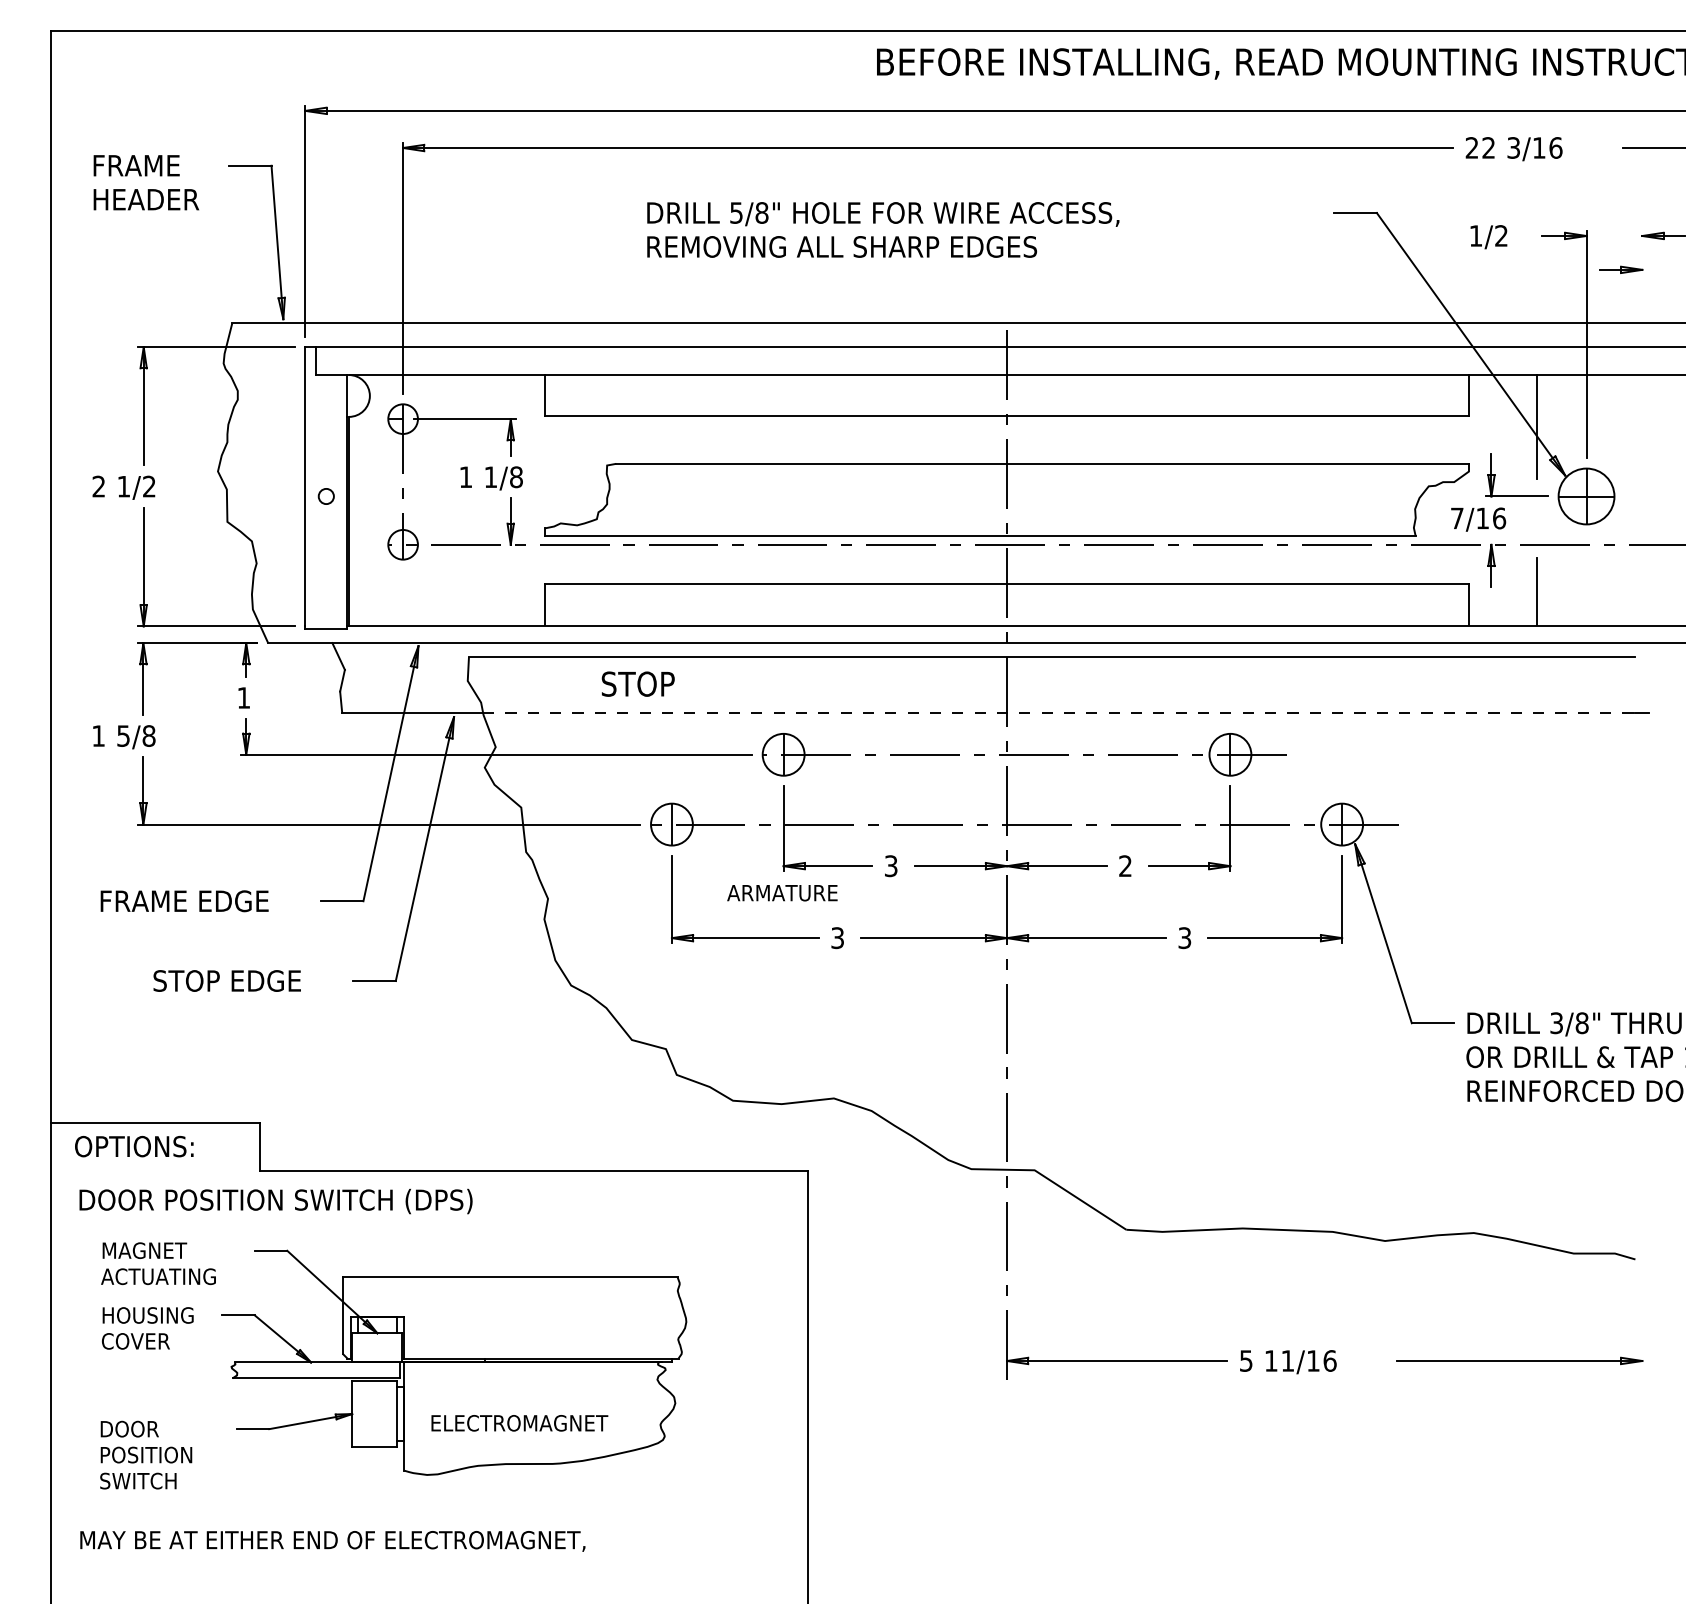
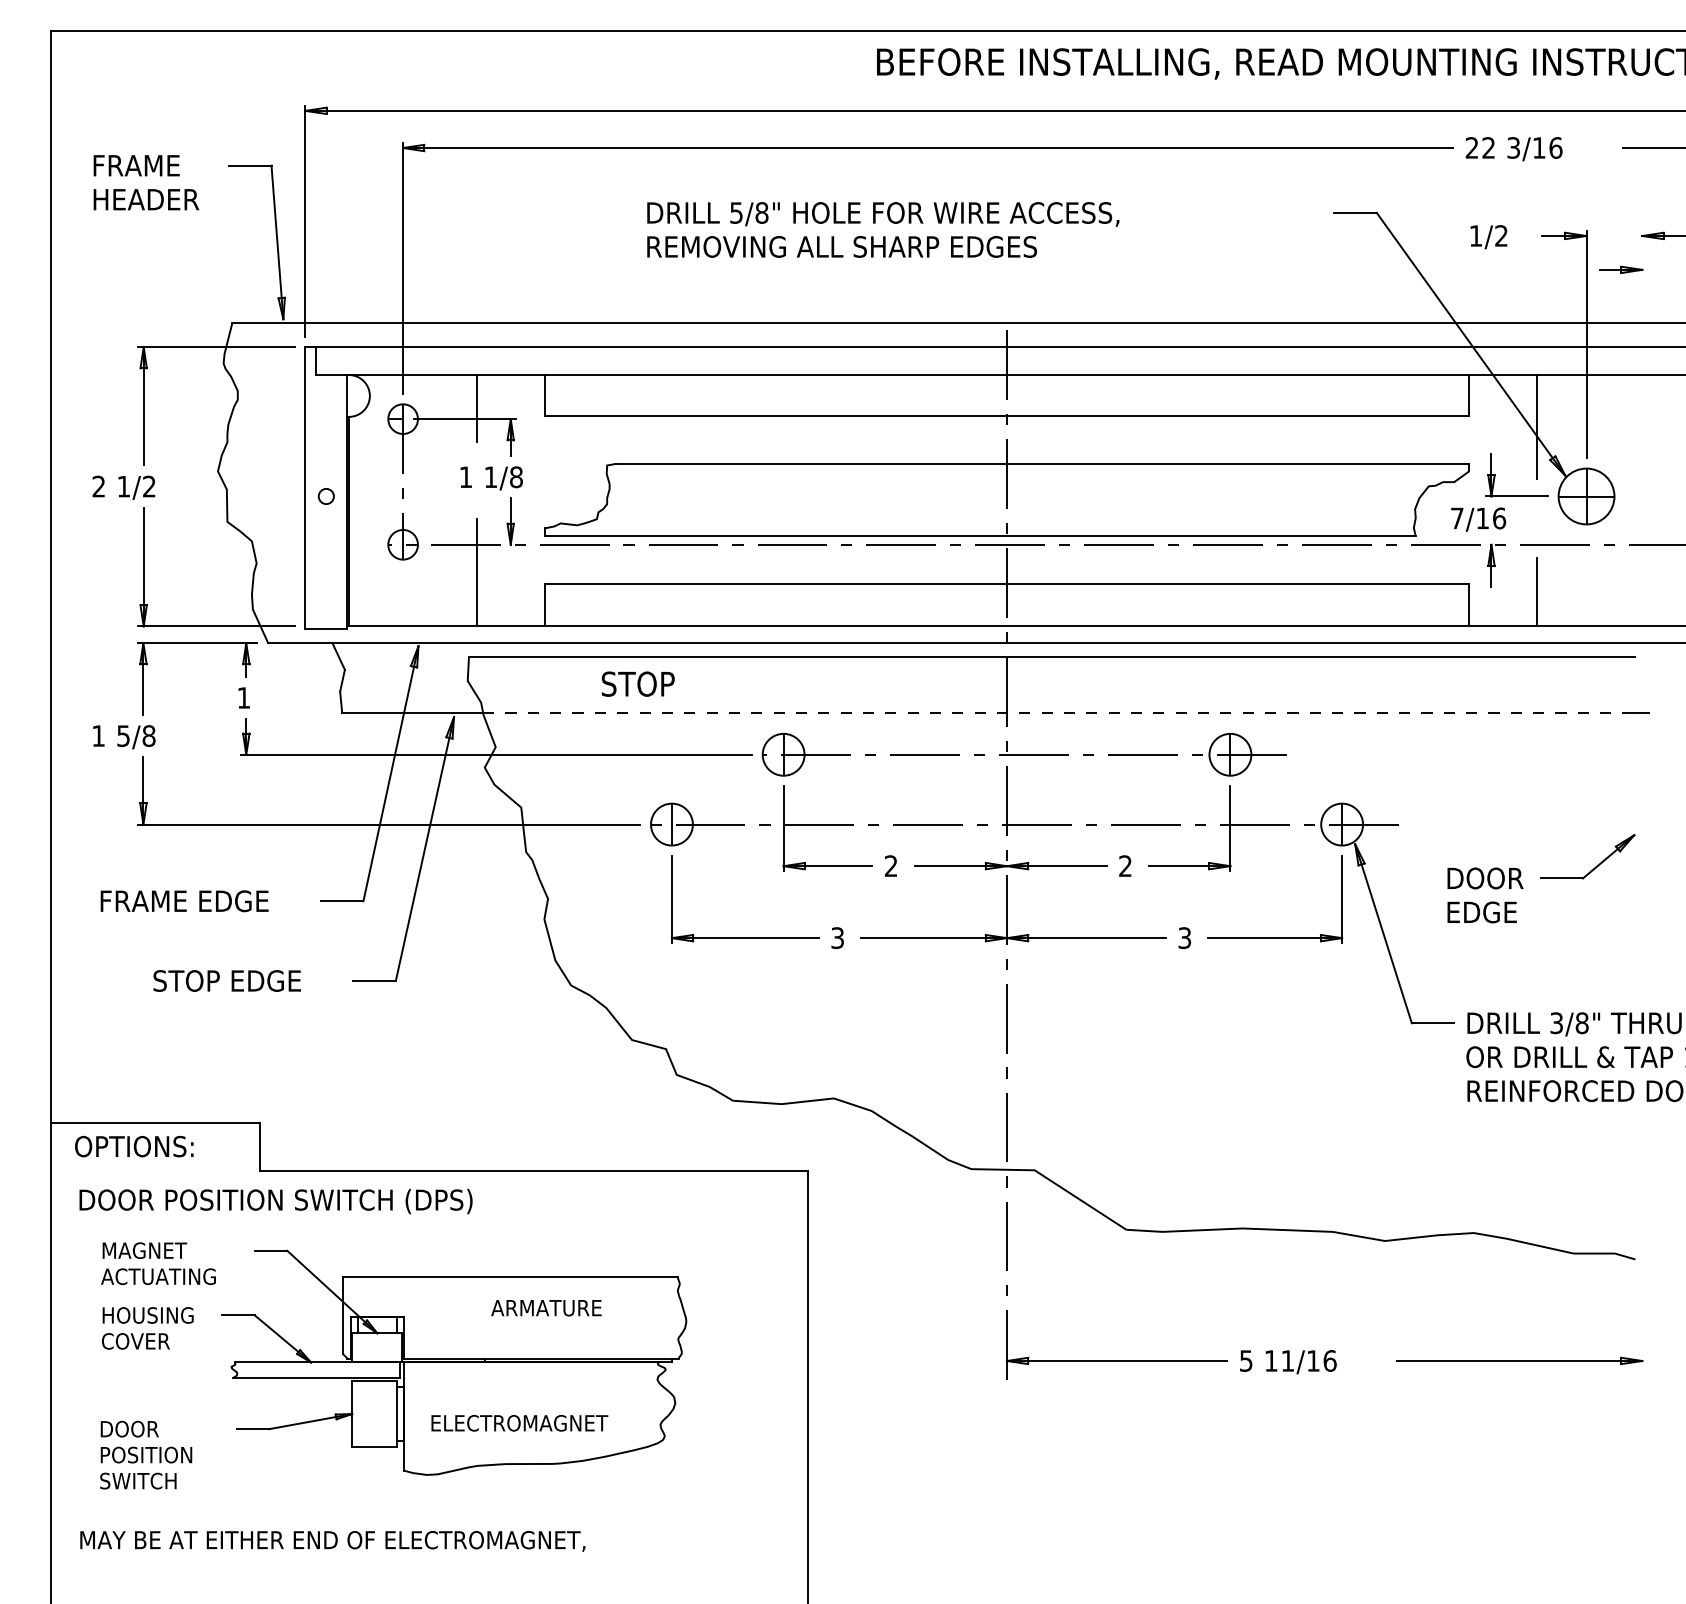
line at (477, 408): none -> present
line at (477, 571): none -> present
text at (890, 866): 3 -> 2
part at (1541, 878): none -> present
text at (782, 893) position: (782, 893) -> (546, 1308)
